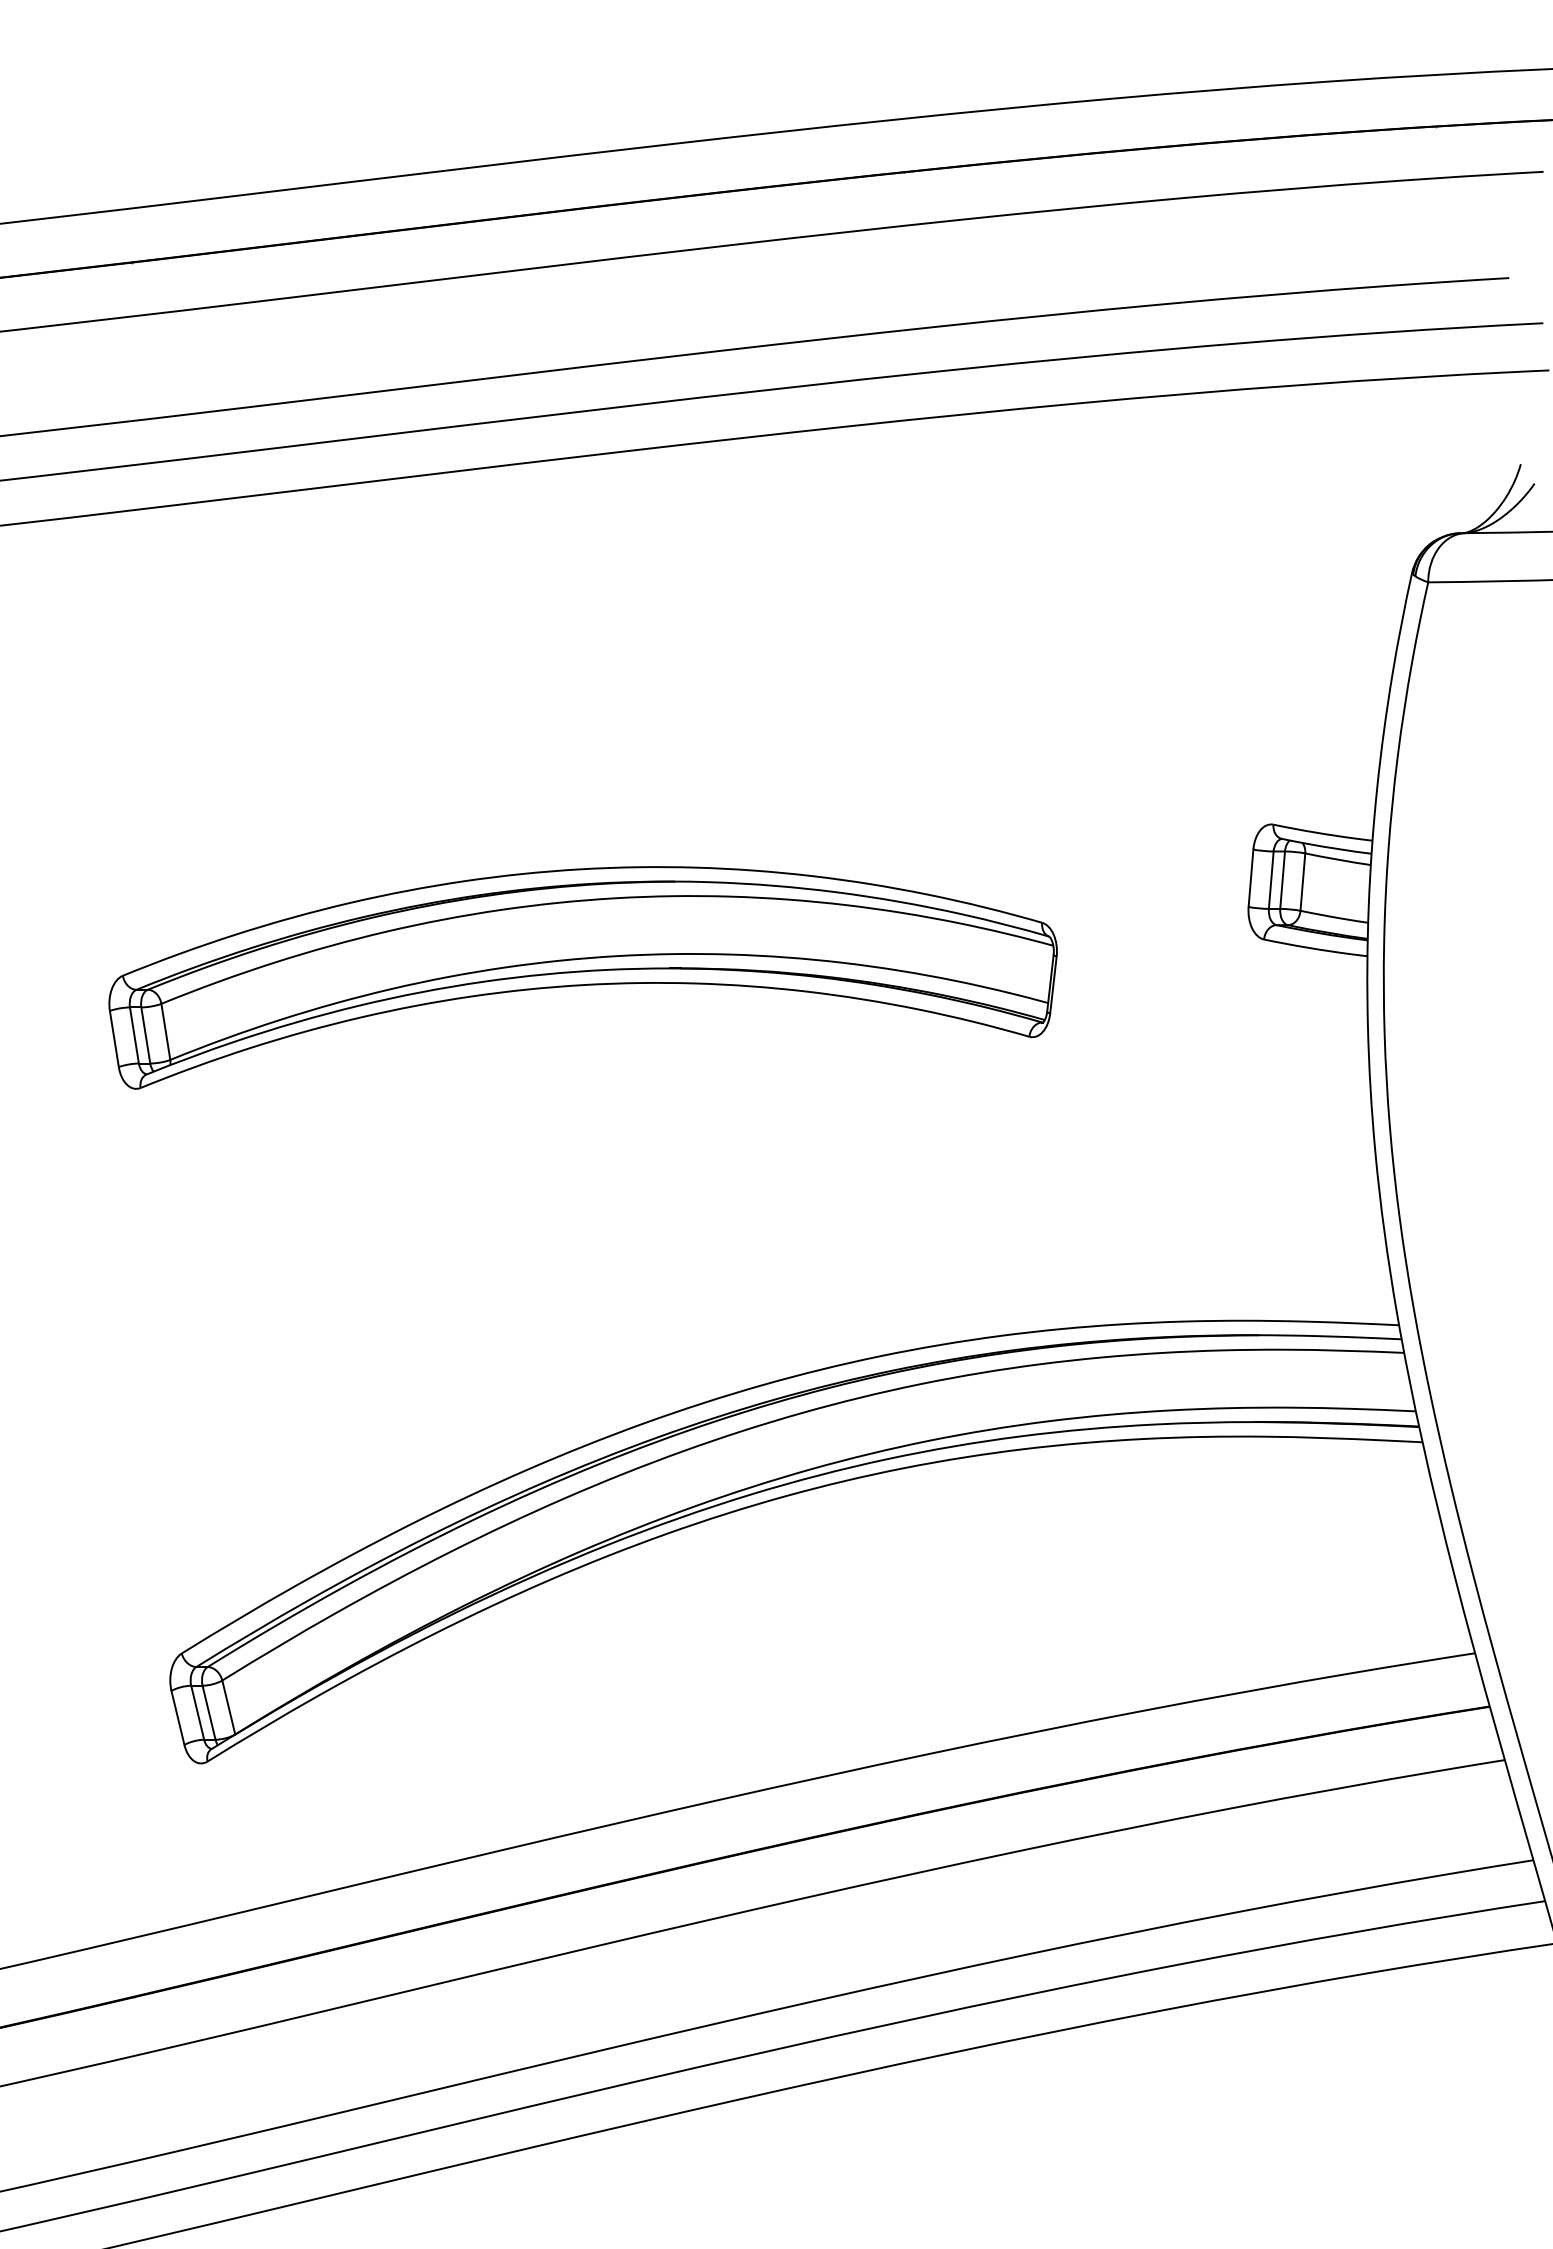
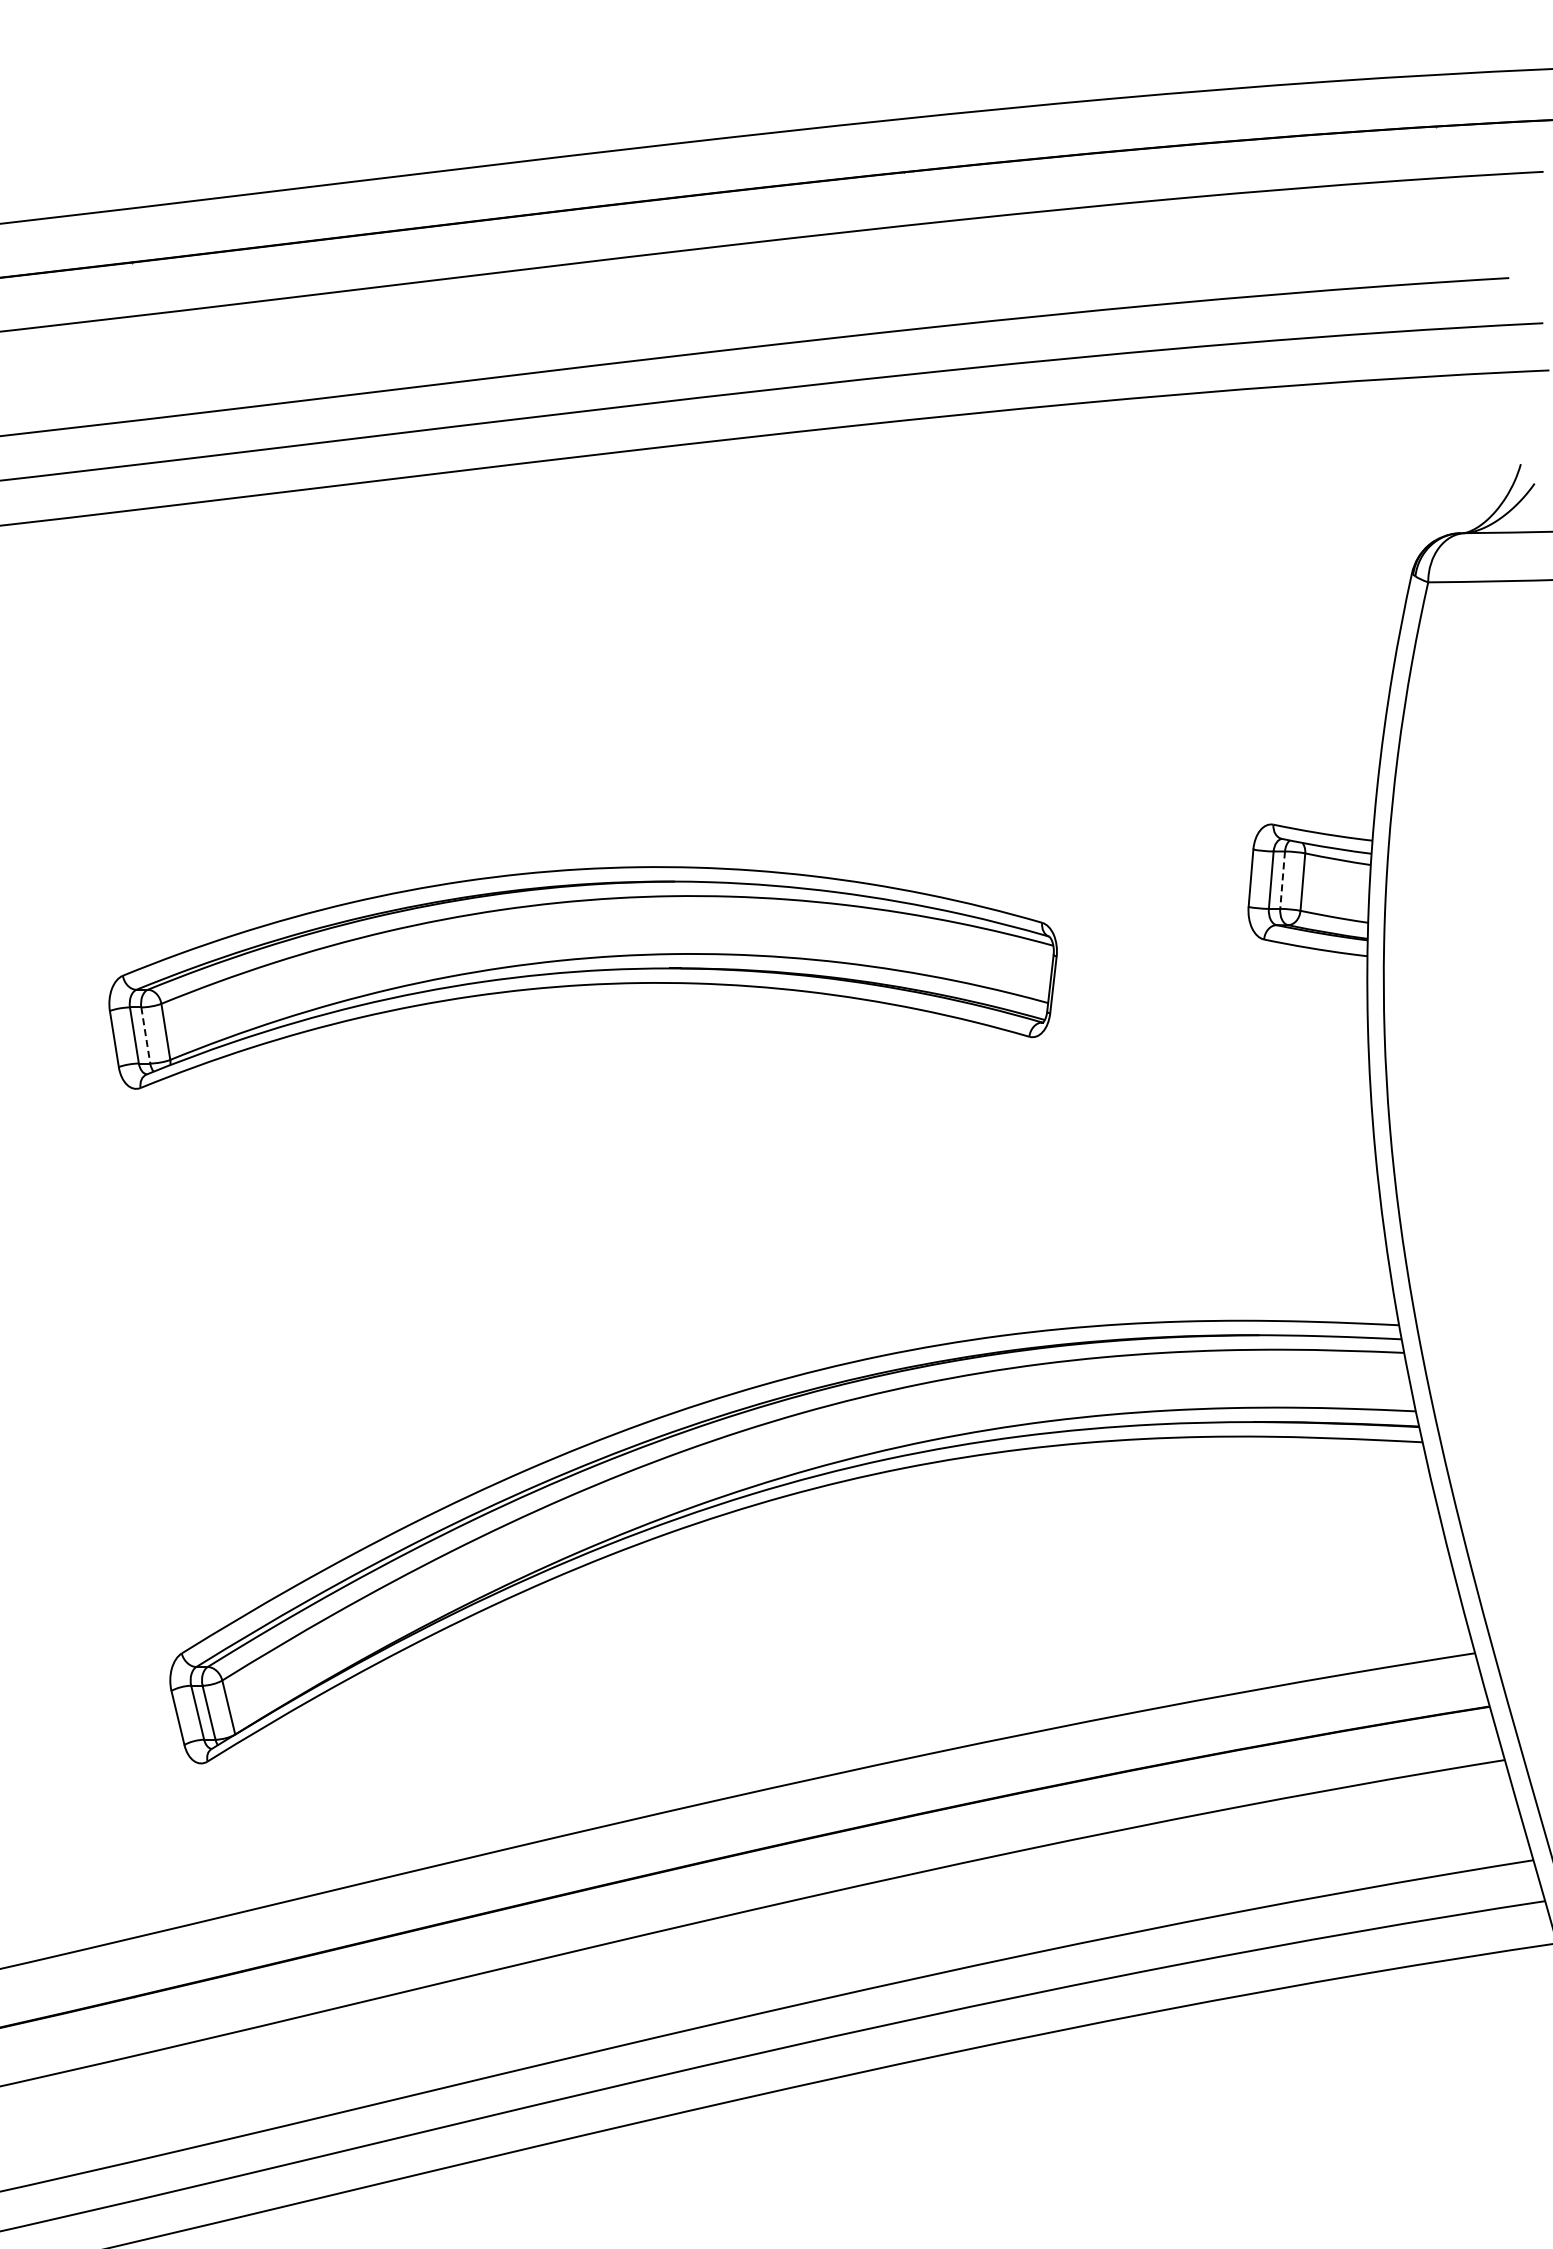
line at (1282, 880): solid -> dashed
line at (145, 1035): solid -> dashed
